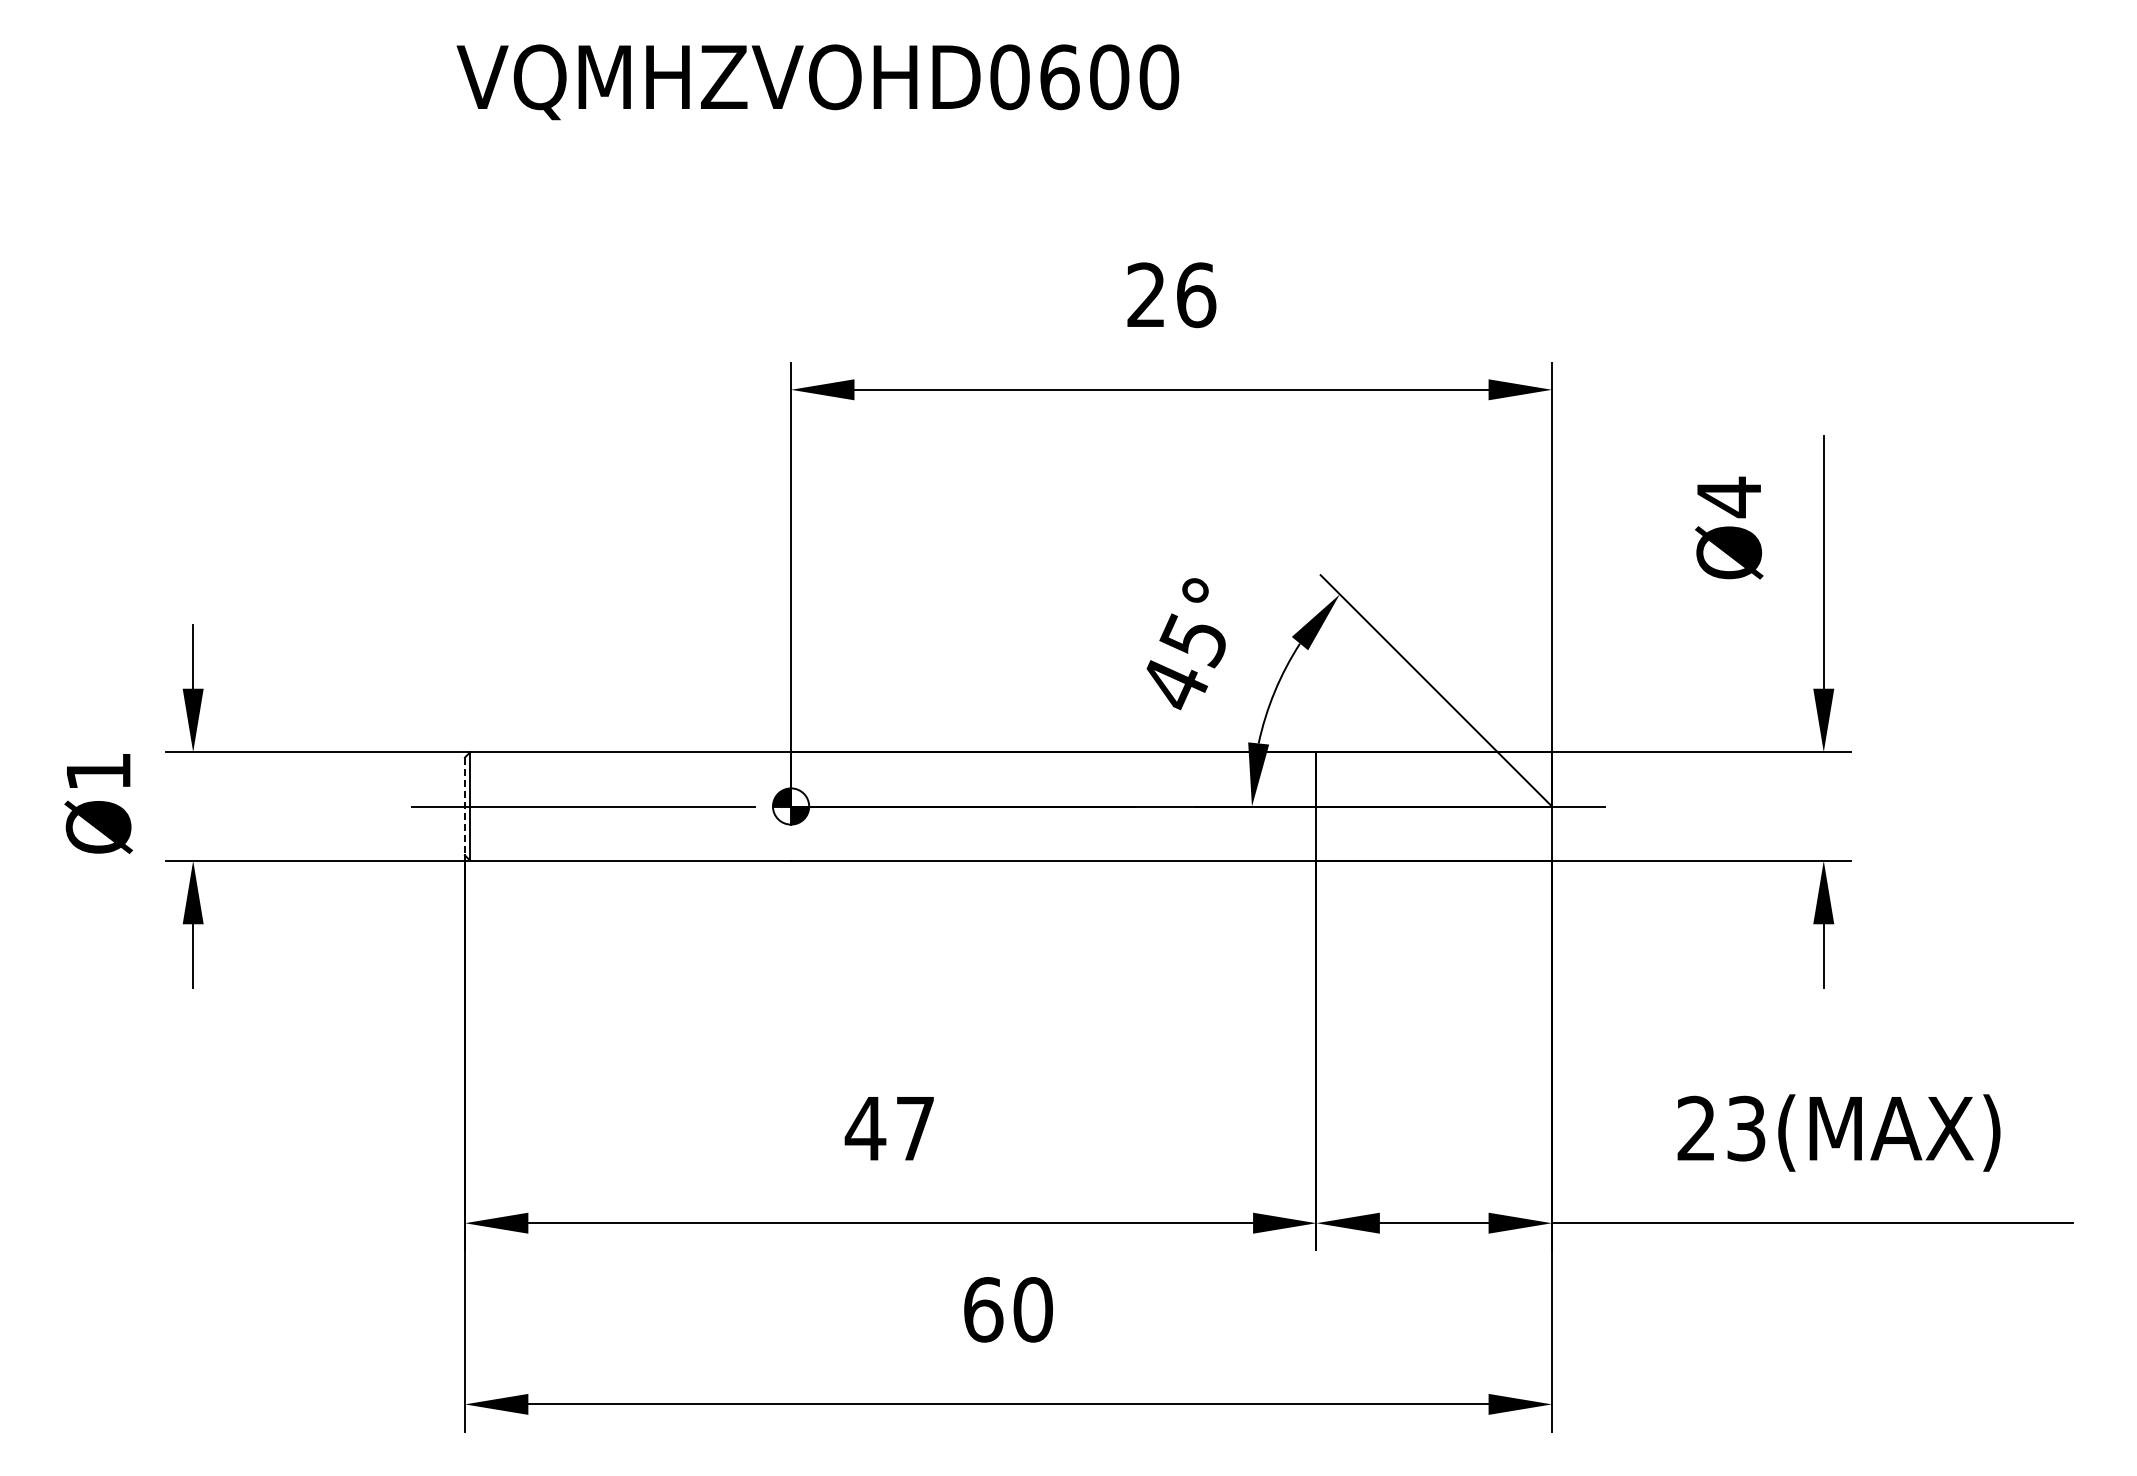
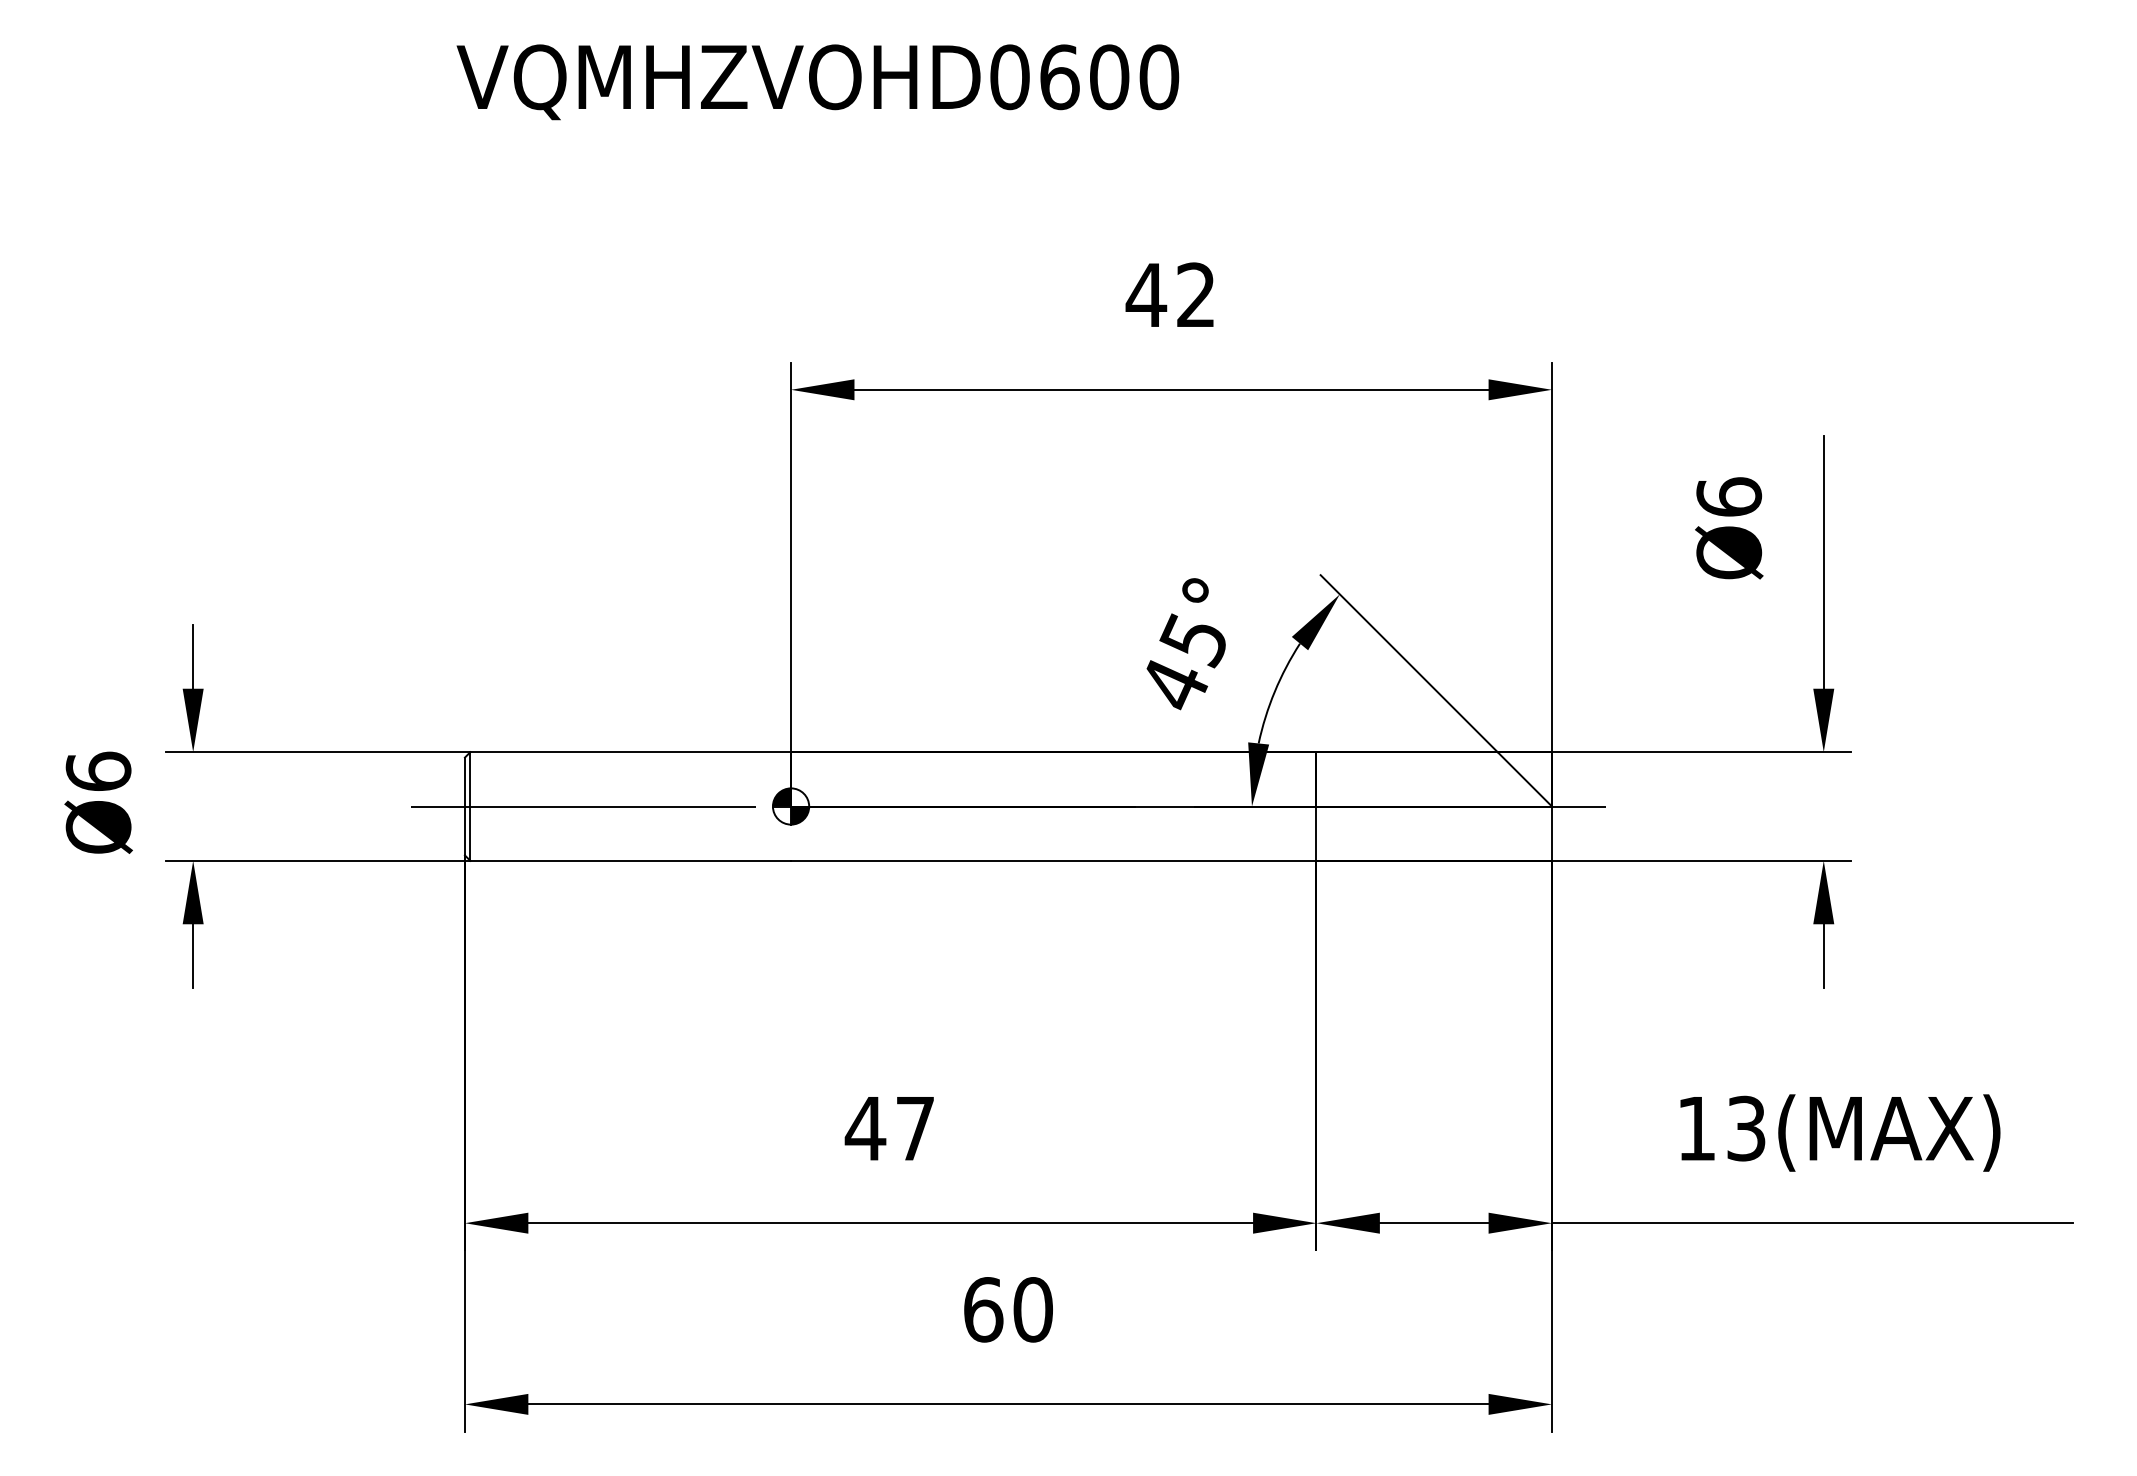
text at (1170, 295): 26 -> 42
text at (1729, 497): Ø4 -> Ø6
text at (98, 770): Ø1 -> Ø6
line at (464, 806): dashed -> solid
text at (1695, 1127): 23(MAX) -> 13(MAX)
